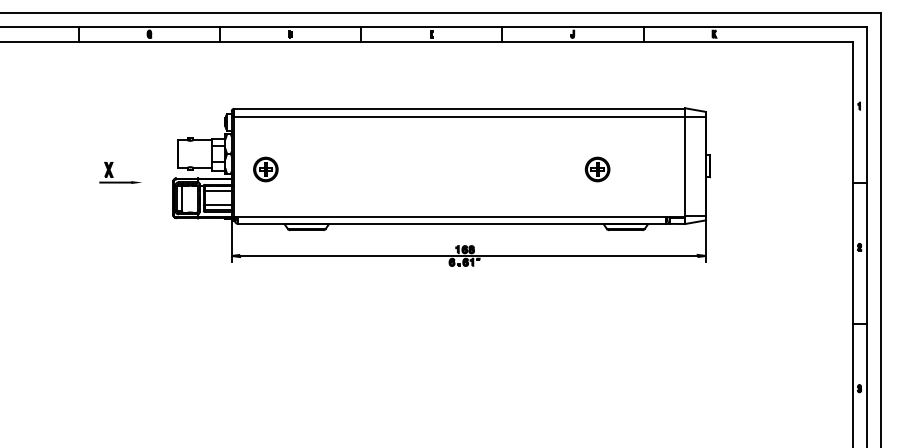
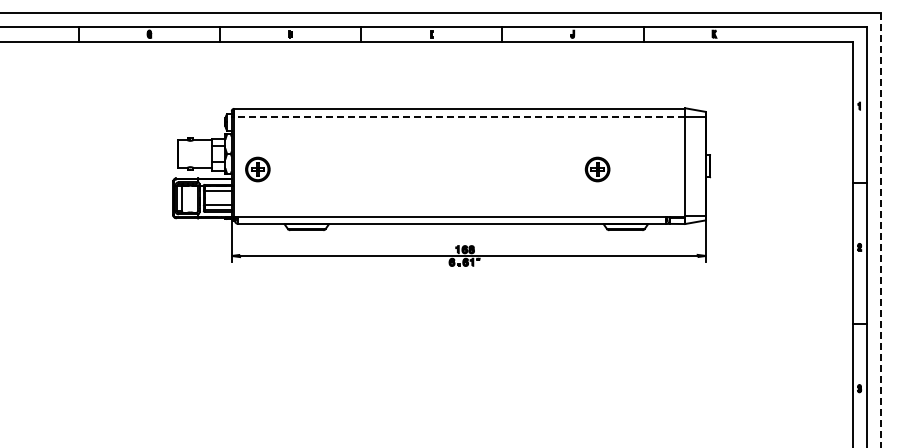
line at (459, 117): solid -> dashed
part at (265, 169) position: (265, 169) -> (257, 169)
part at (113, 176): present -> none
line at (880, 230): solid -> dashed
